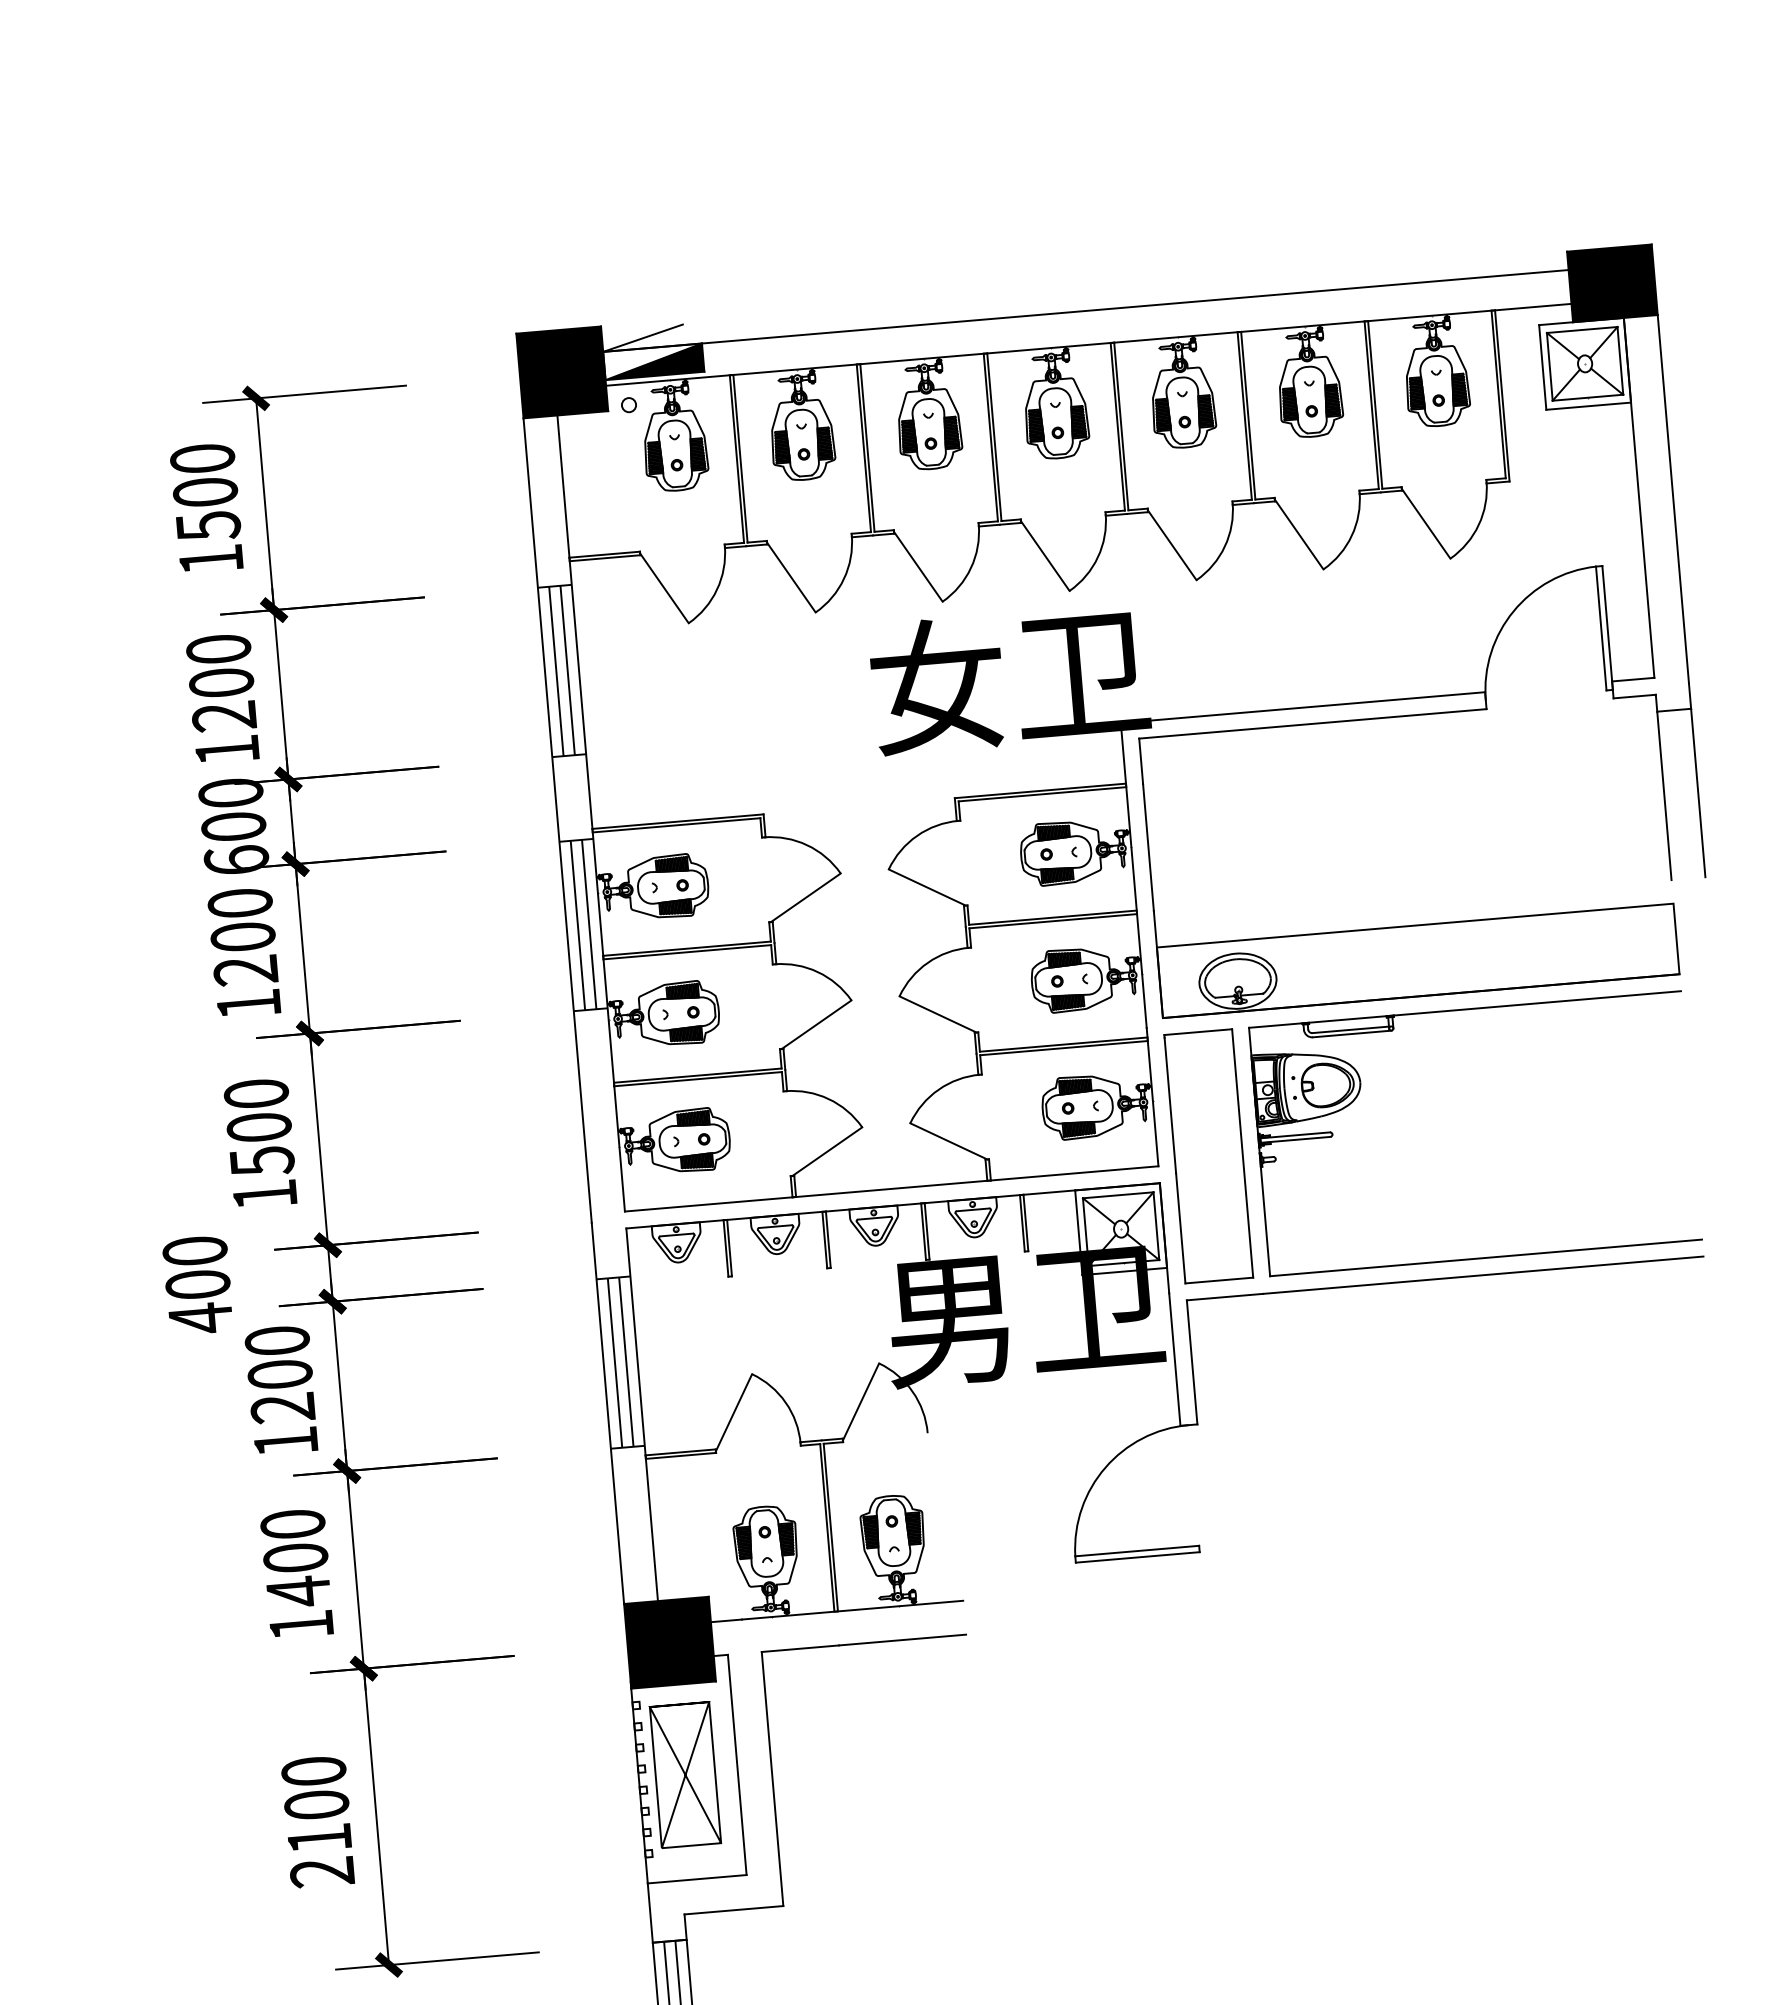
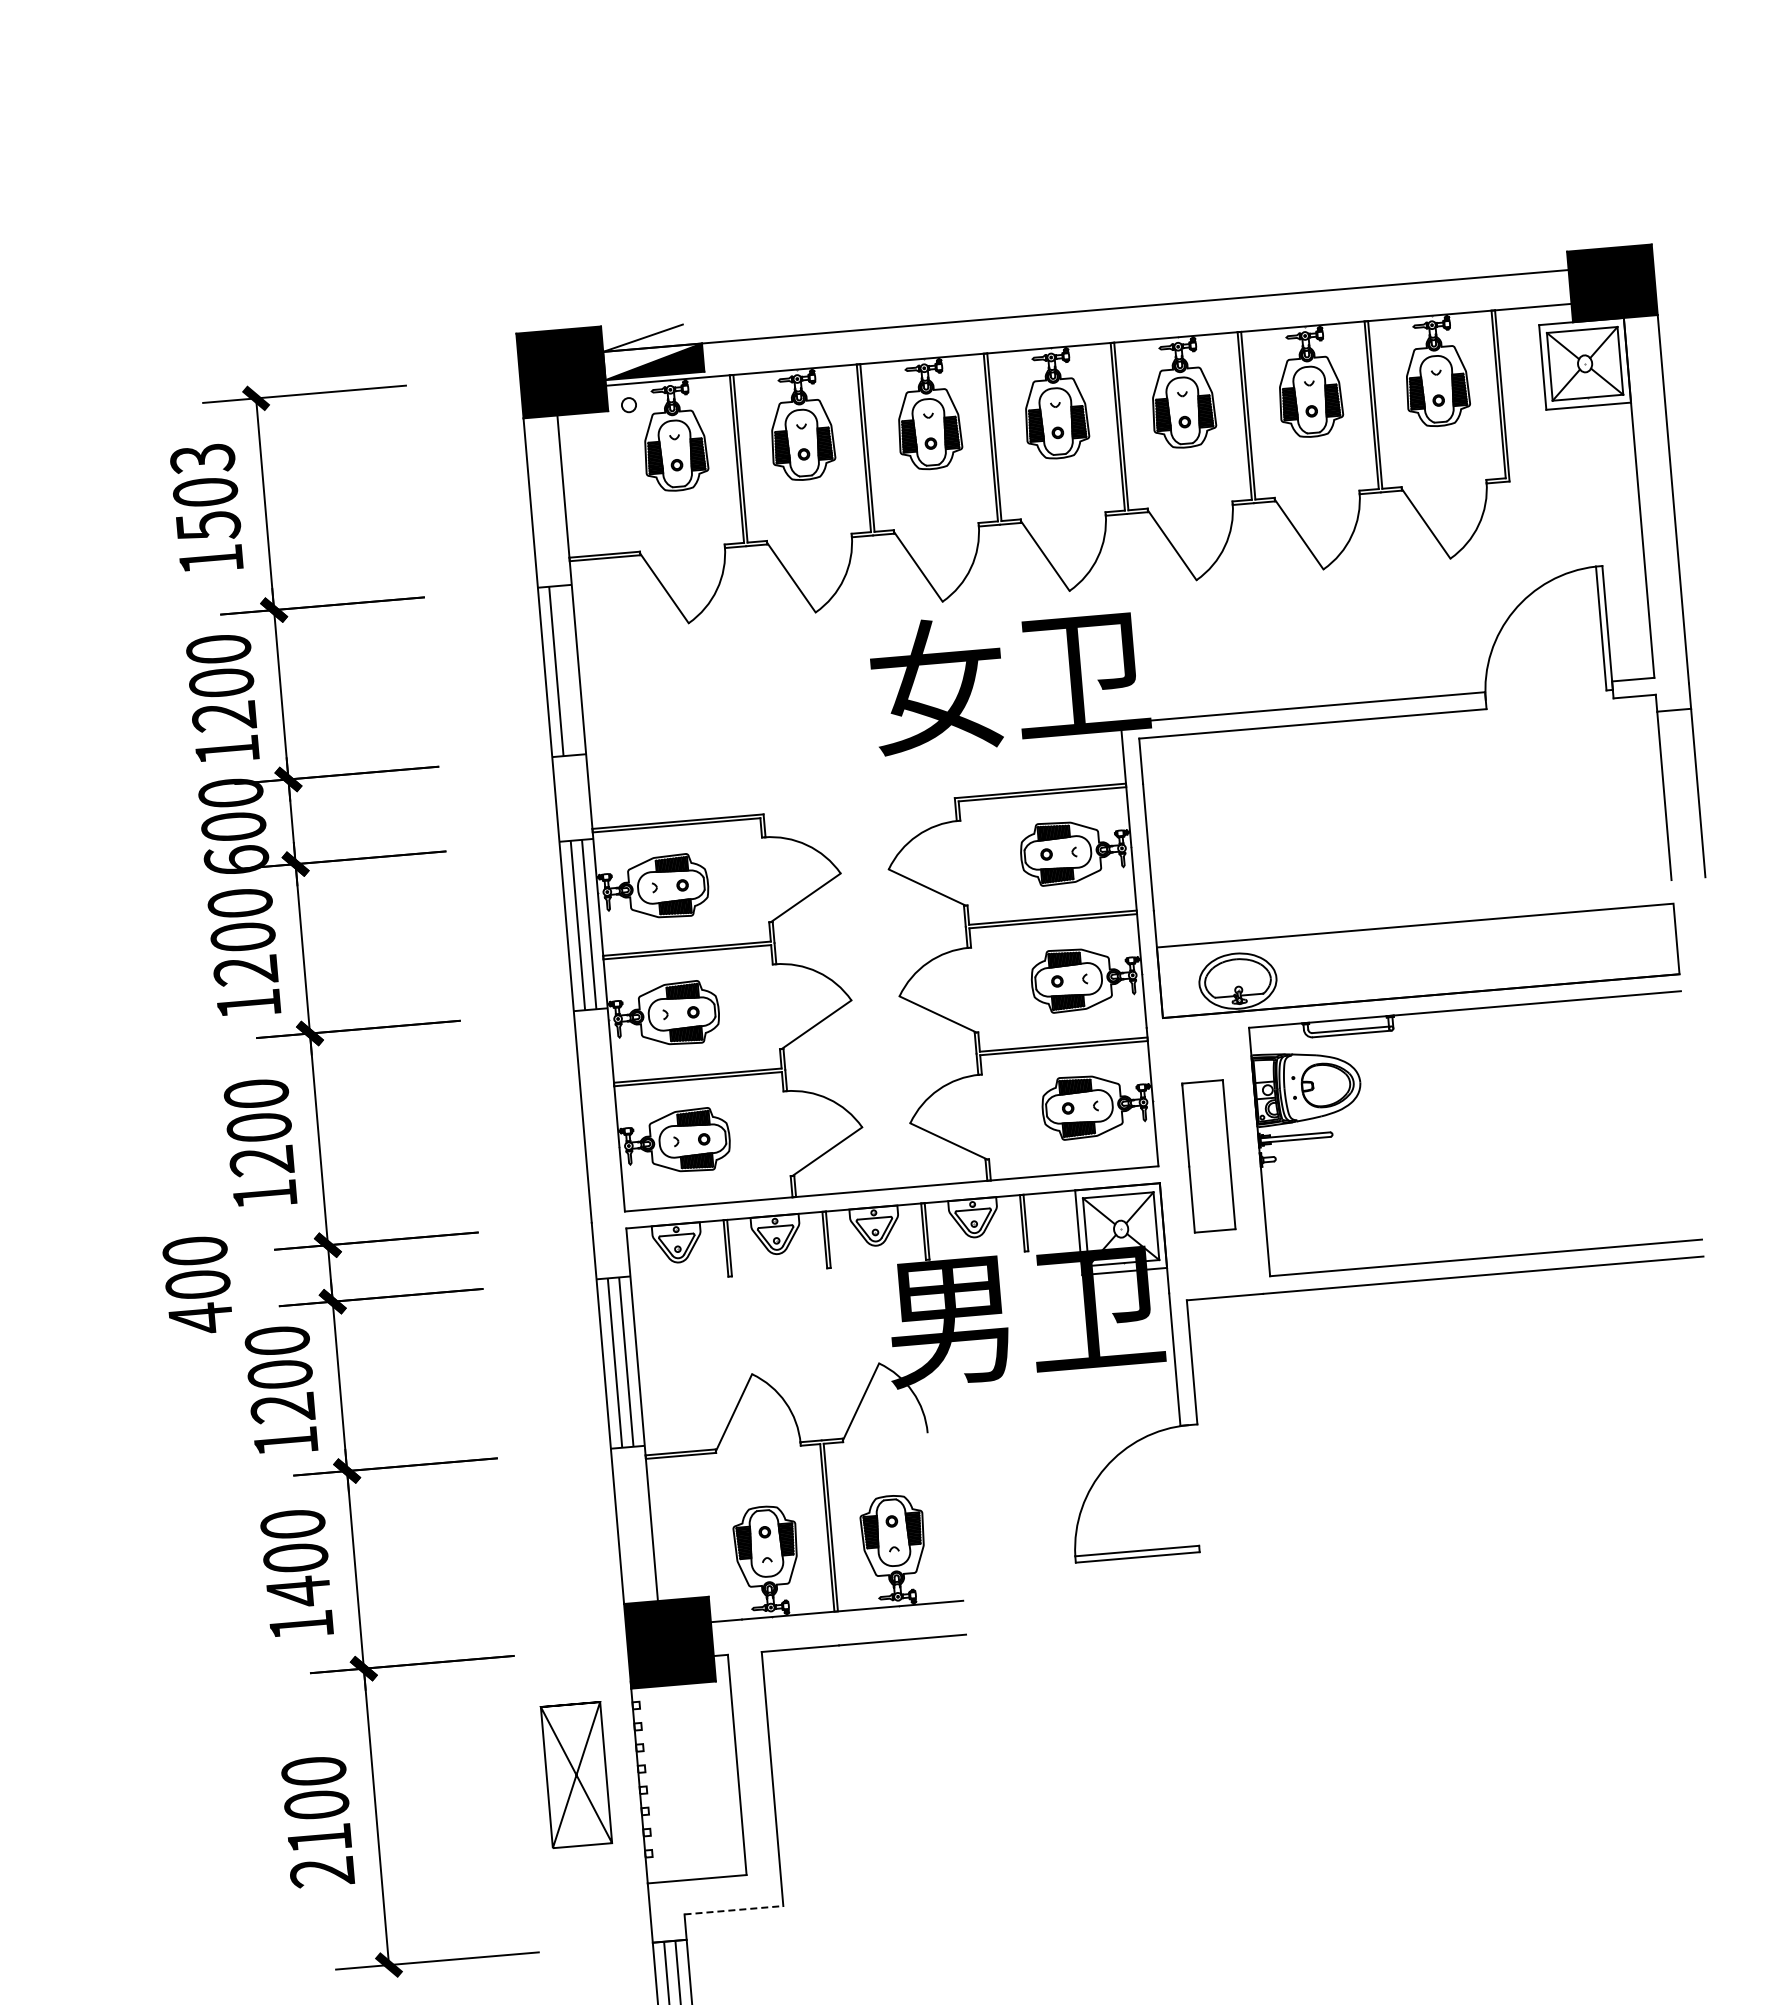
text at (202, 458): 1500 -> 1503
line at (567, 670): present -> none
part at (1208, 1156) size: 92x257 px -> 56x155 px
text at (261, 1160): 1500 -> 1200
curve at (685, 1774) position: (685, 1774) -> (576, 1774)
line at (733, 1910): solid -> dashed
